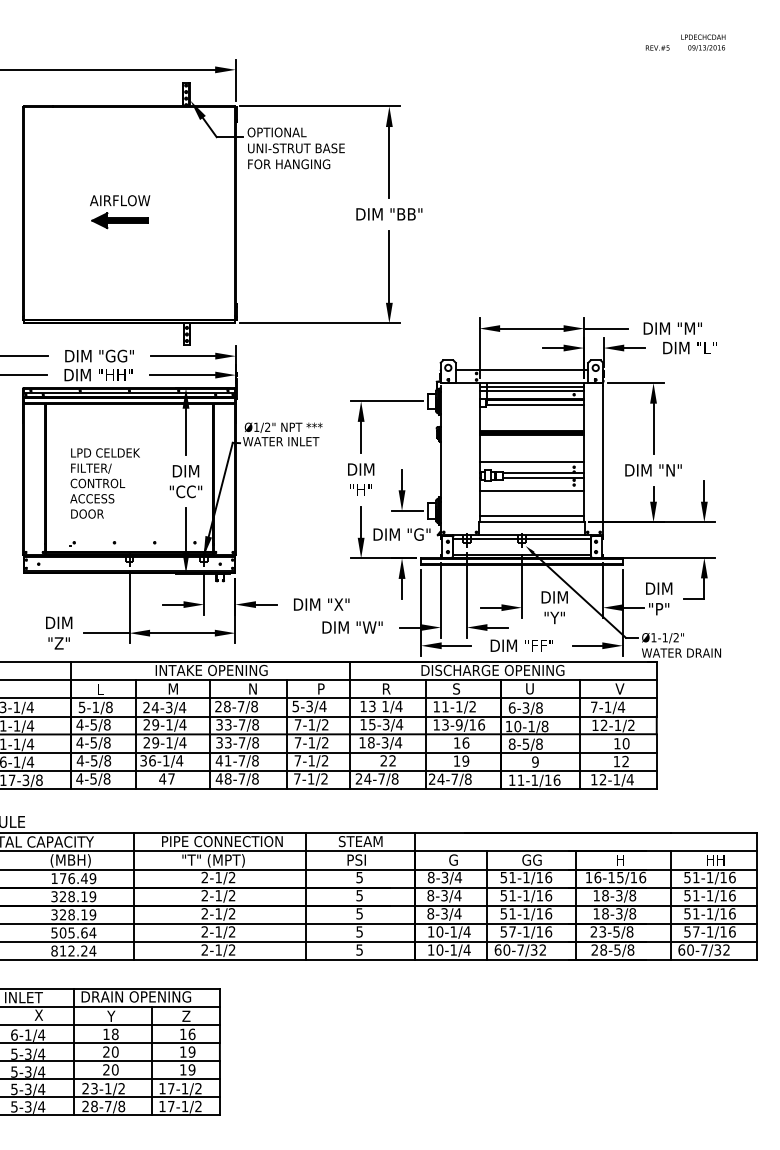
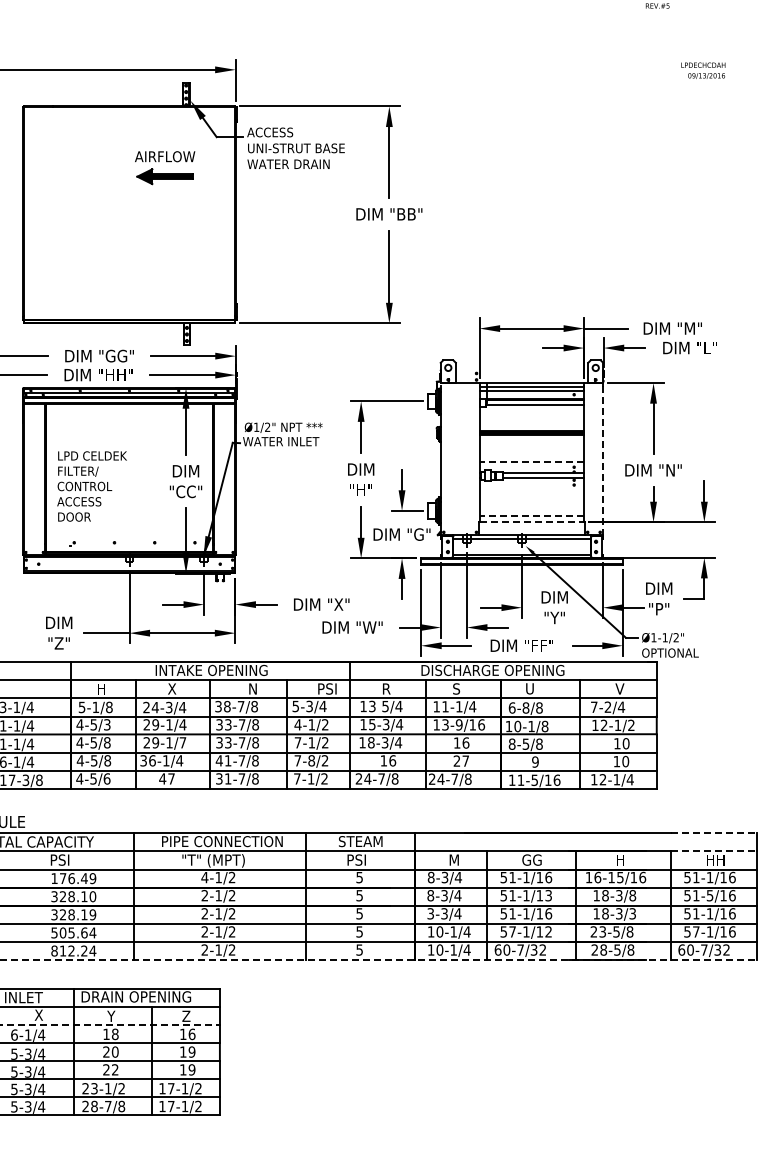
text at (703, 42) position: (703, 42) -> (703, 70)
text at (657, 47) position: (657, 47) -> (657, 5)
text at (276, 132): OPTIONAL -> ACCESS
text at (288, 164): FOR HANGING -> WATER DRAIN
part at (120, 212) position: (120, 212) -> (165, 168)
line at (521, 370): present -> none
line at (603, 460): solid -> dashed
line at (531, 461): solid -> dashed
text at (104, 483) position: (104, 483) -> (91, 486)
line at (531, 490): present -> none
line at (531, 516): solid -> dashed
line at (532, 522): solid -> dashed
text at (681, 652): WATER DRAIN -> OPTIONAL
text at (172, 688): M -> X
text at (331, 688): P -> PSI
text at (101, 689): L -> H
text at (218, 706): 28-7/8 -> 38-7/8
text at (385, 706): 1/4 -> 5/4
text at (472, 706): 11-1/2 -> 11-1/4
text at (607, 706): 7-1/4 -> 7-2/4
text at (525, 707): 6-3/8 -> 6-8/8
text at (107, 724): 4-5/8 -> 4-5/3
text at (297, 724): 7-1/2 -> 4-1/2
text at (182, 742): 29-1/4 -> 29-1/7
text at (311, 760): 7-1/2 -> 7-8/2
text at (388, 760): 22 -> 16
text at (461, 760): 19 -> 27
text at (625, 761): 12 -> 10
text at (106, 778): 4-5/8 -> 4-5/6
text at (223, 778): 48-7/8 -> 31-7/8
text at (534, 780): 11-1/16 -> 11-5/16
line at (713, 833): solid -> dashed
line at (713, 851): solid -> dashed
text at (453, 859): G -> M
text at (70, 860): (MBH) -> PSI
text at (204, 877): 2-1/2 -> 4-1/2
text at (548, 895): 51-1/16 -> 51-1/13
text at (709, 895): 51-1/16 -> 51-5/16
text at (92, 896): 328.19 -> 328.10
text at (430, 913): 8-3/4 -> 3-3/4
text at (632, 913): 18-3/8 -> 18-3/3
text at (548, 931): 57-1/16 -> 57-1/12
line at (378, 960): solid -> dashed
line at (109, 1024): solid -> dashed
text at (114, 1069): 20 -> 22
